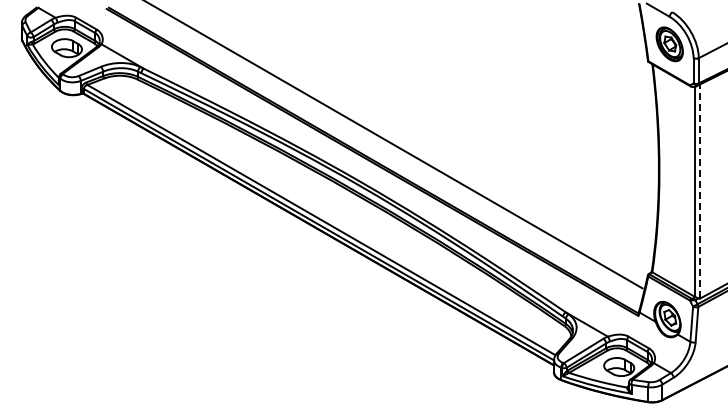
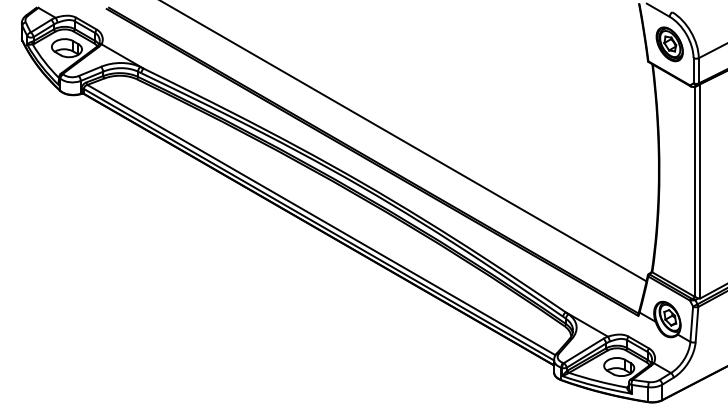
line at (394, 145) position: (394, 145) -> (404, 141)
line at (700, 190): dashed -> solid
